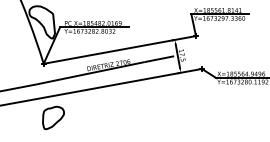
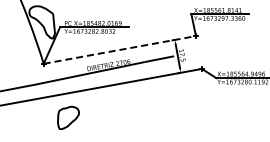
line at (120, 49): solid -> dashed
part at (53, 117) position: (53, 117) -> (68, 117)
